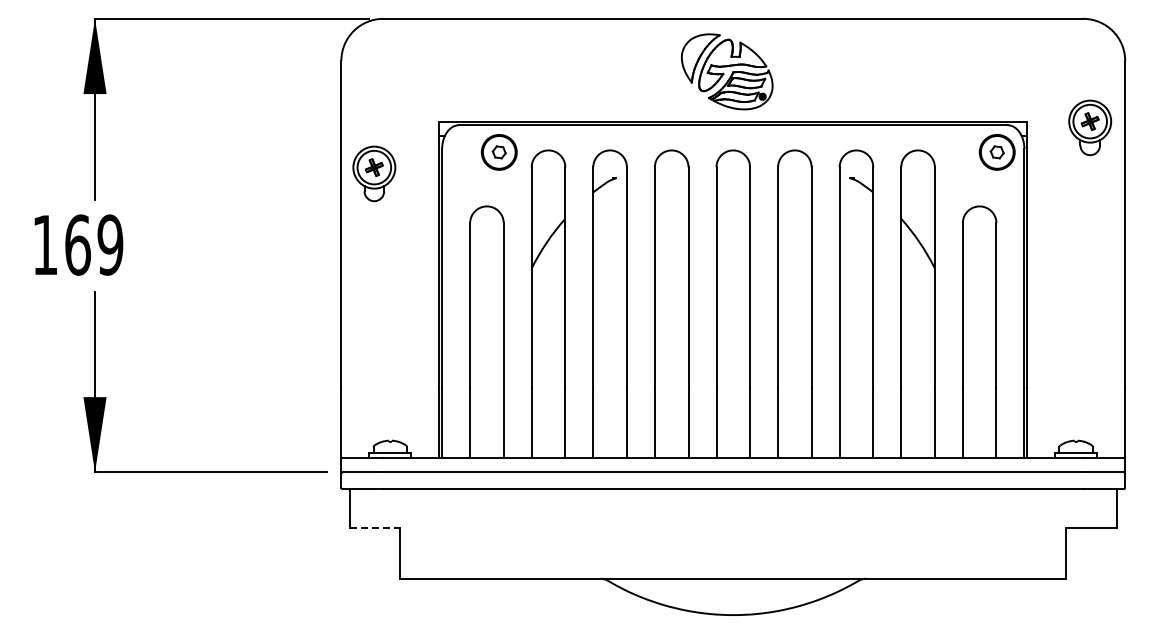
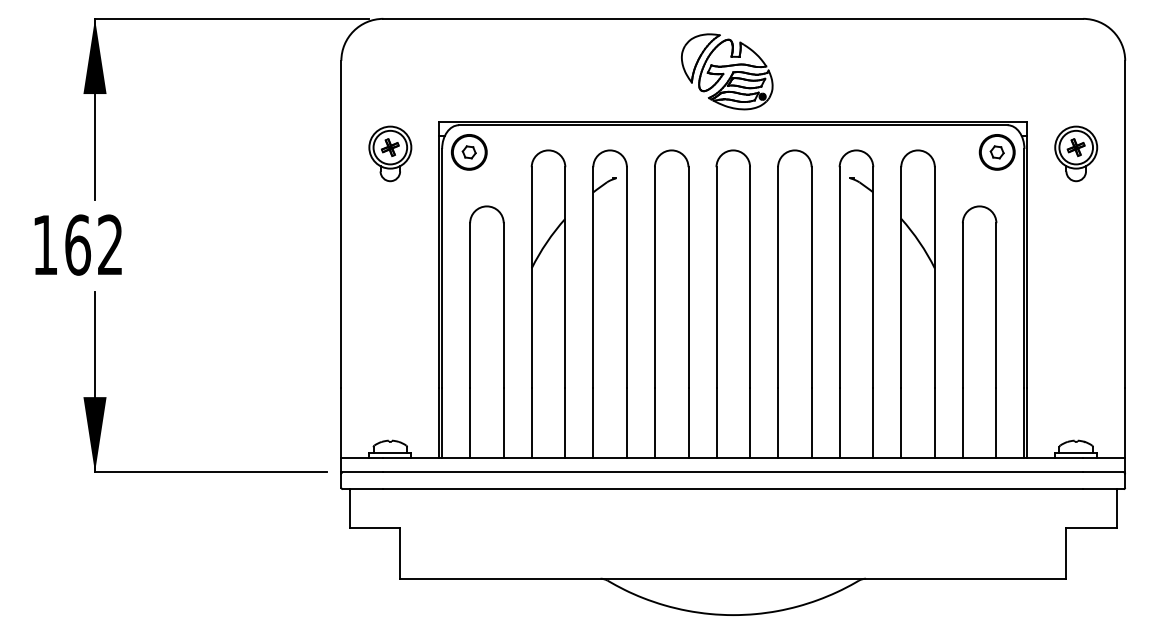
part at (1090, 127) position: (1090, 127) -> (1076, 153)
part at (498, 152) position: (498, 152) -> (468, 152)
part at (374, 173) position: (374, 173) -> (390, 153)
text at (110, 244): 169 -> 162
line at (375, 528): dashed -> solid
